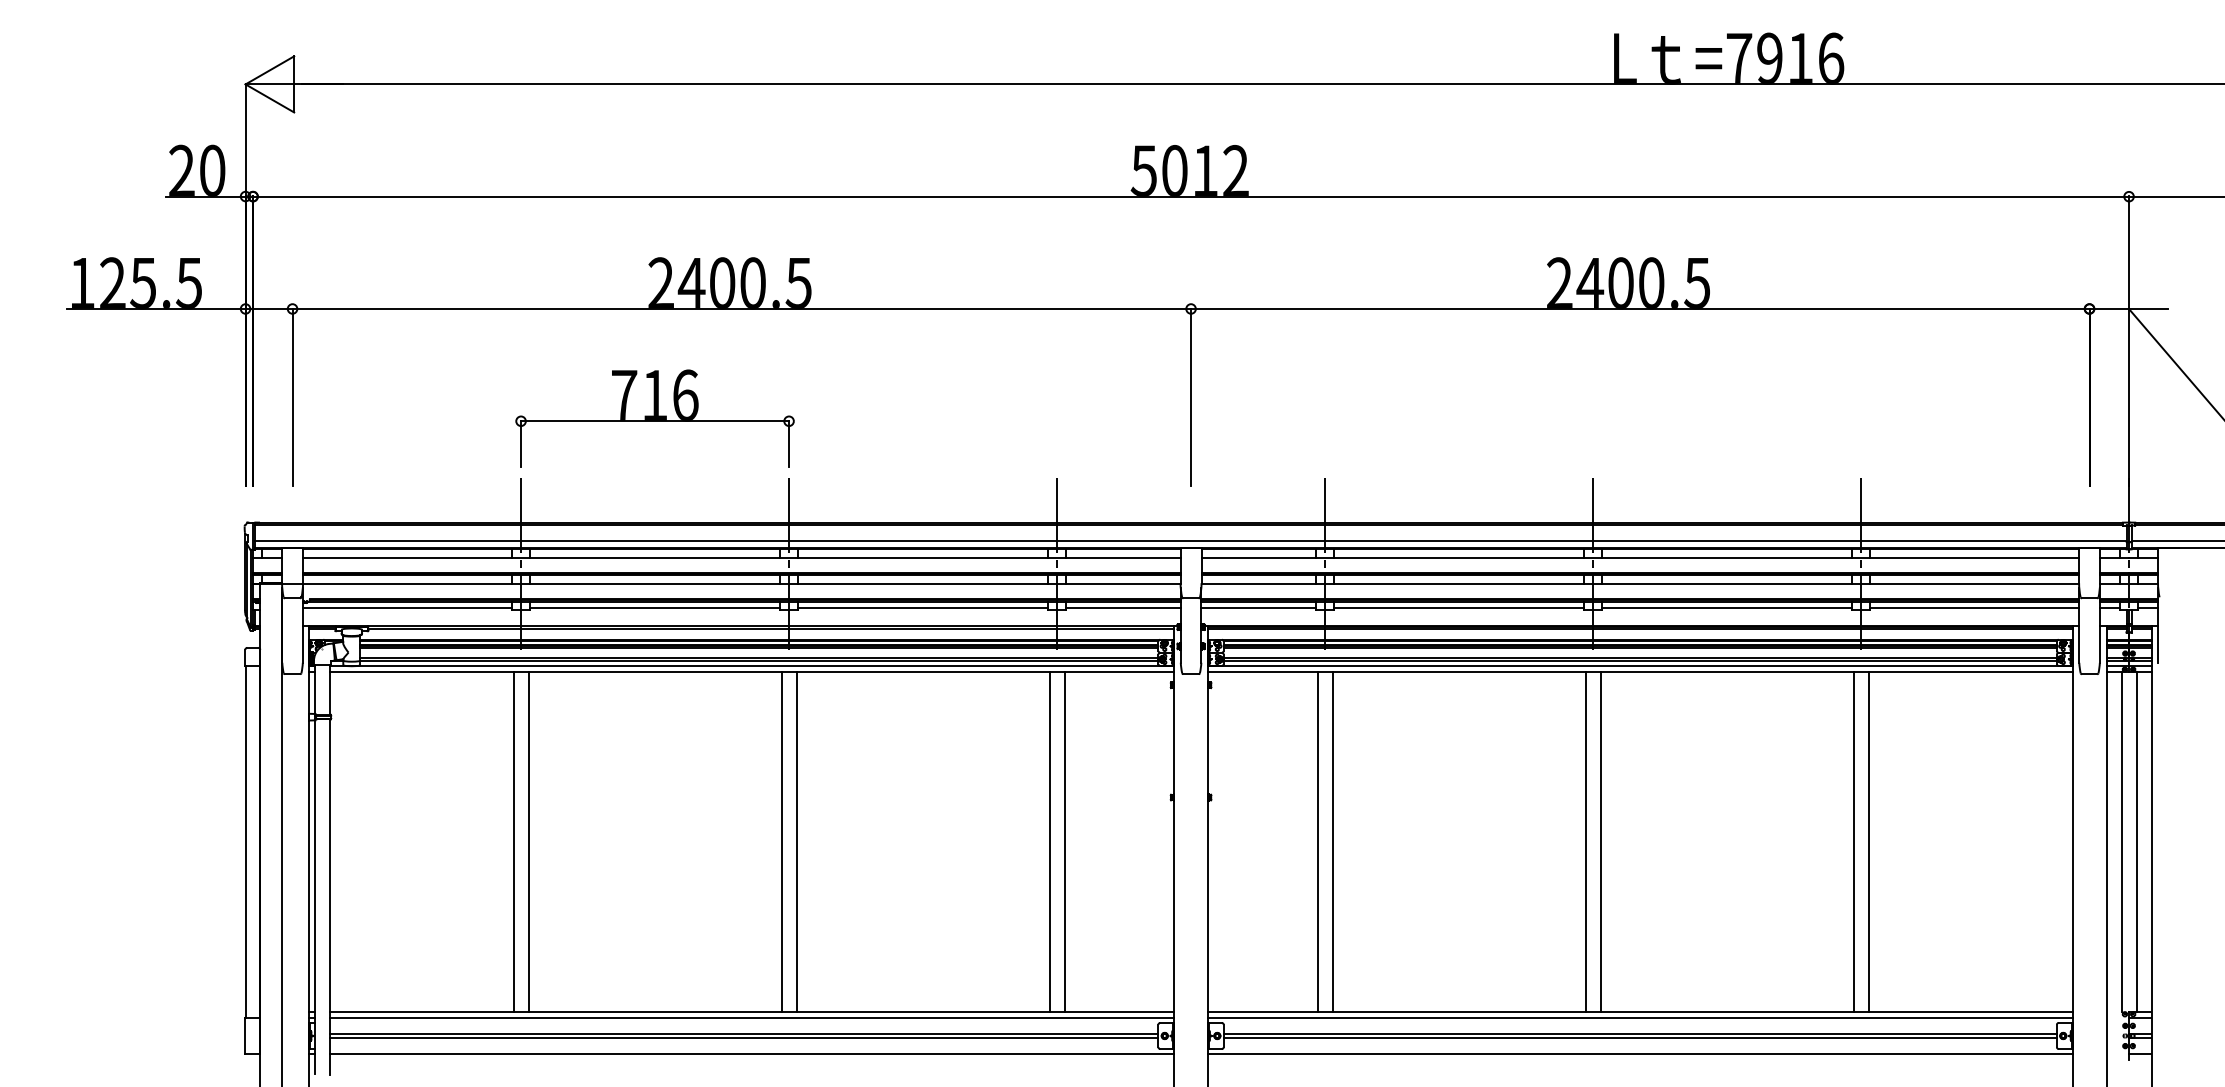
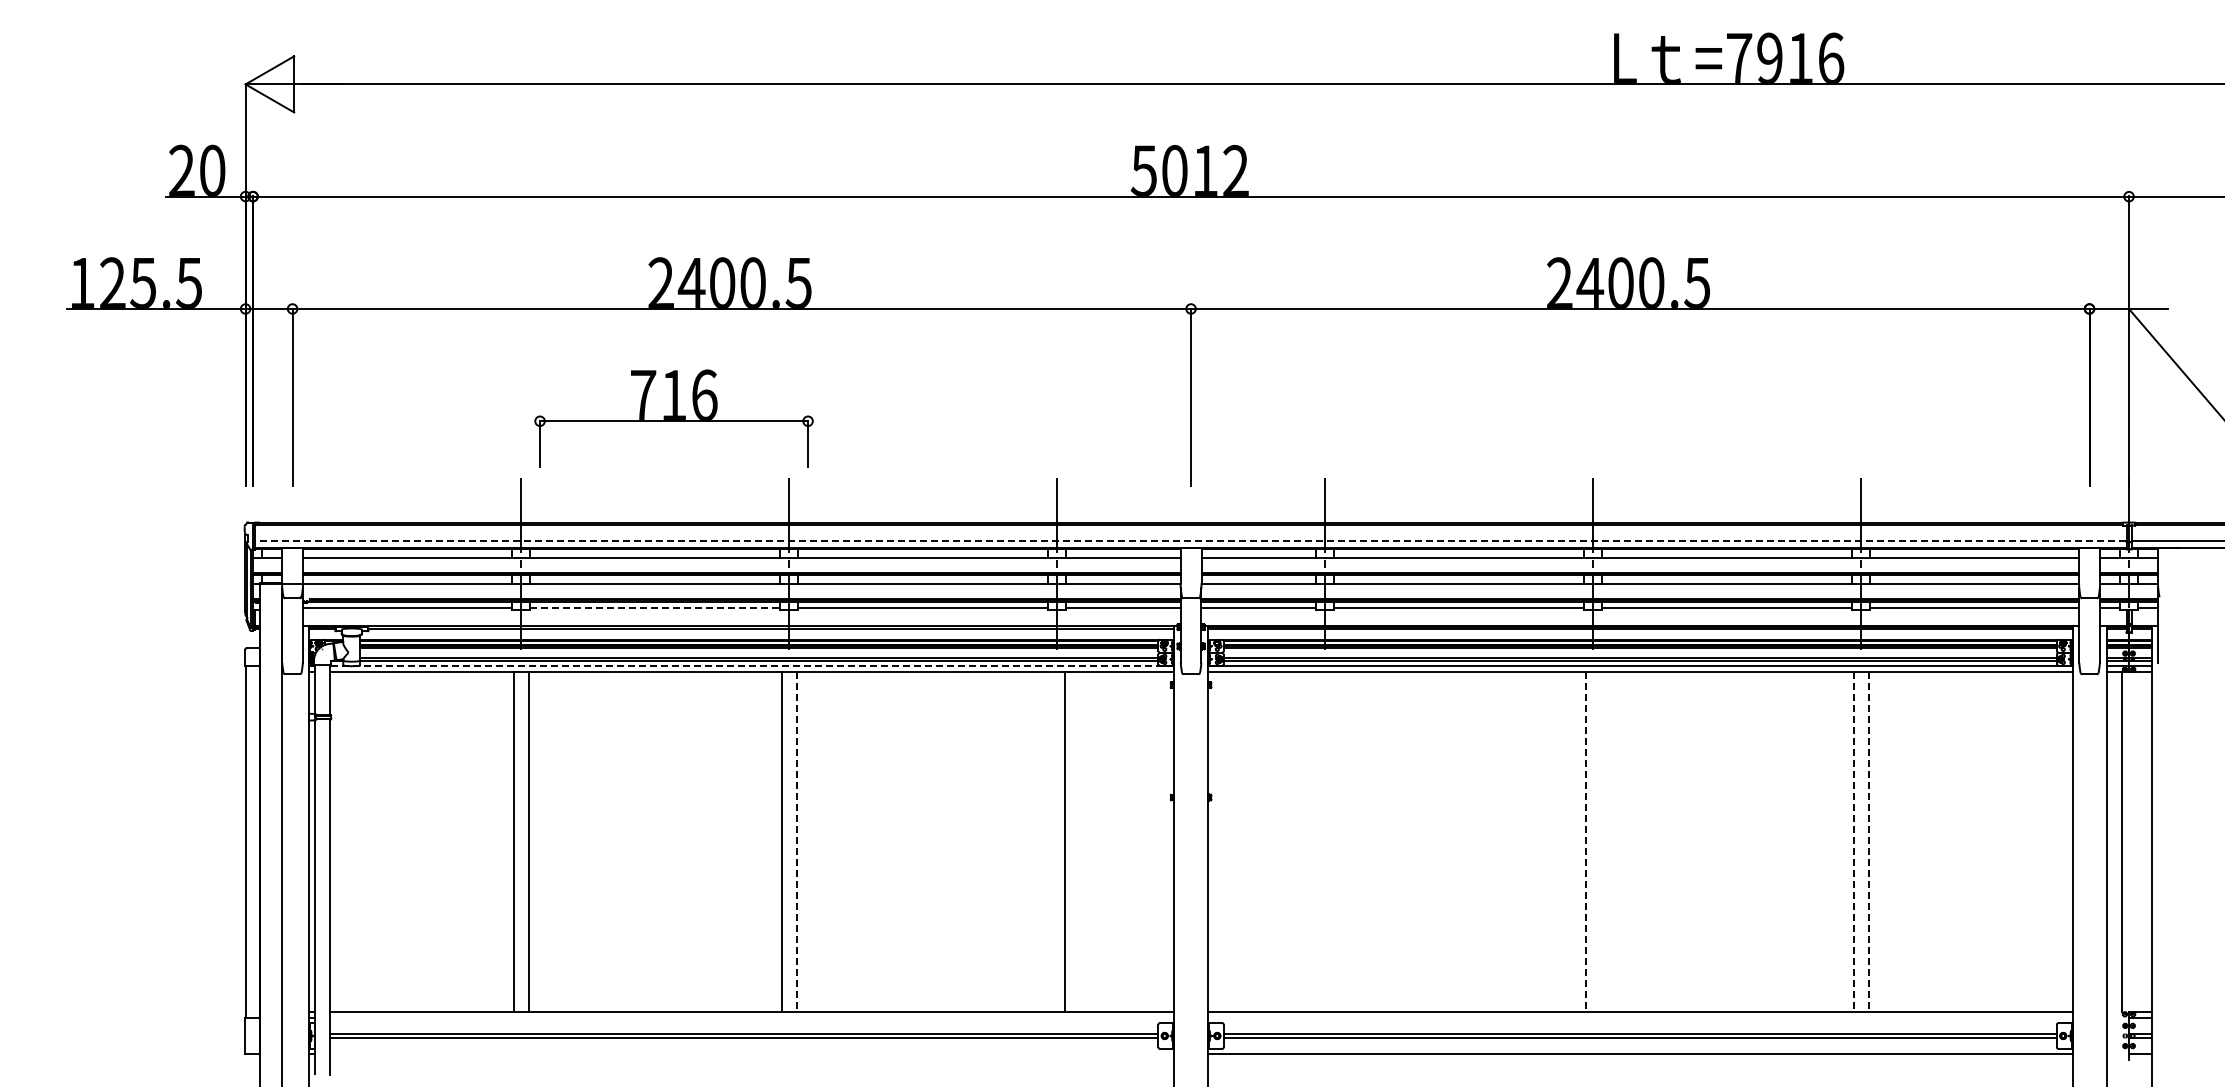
part at (654, 418) position: (654, 418) -> (673, 418)
line at (1190, 541): solid -> dashed
line at (654, 608): solid -> dashed
line at (752, 666): solid -> dashed
line at (796, 841): solid -> dashed
line at (1049, 841): present -> none
line at (1317, 841): present -> none
line at (1332, 841): present -> none
line at (1585, 841): solid -> dashed
line at (1600, 841): present -> none
line at (1853, 841): solid -> dashed
line at (1868, 841): solid -> dashed
line at (2136, 841): present -> none
line at (752, 1017): present -> none
line at (1639, 1017): present -> none
line at (752, 1054): present -> none
